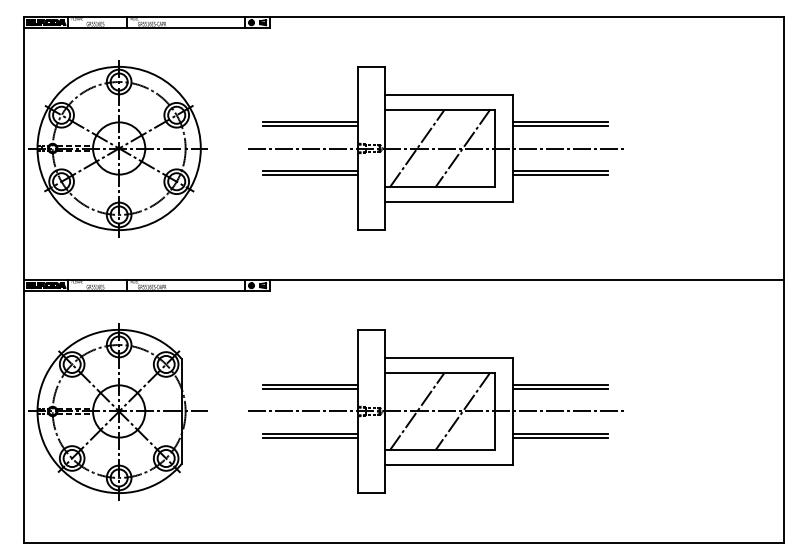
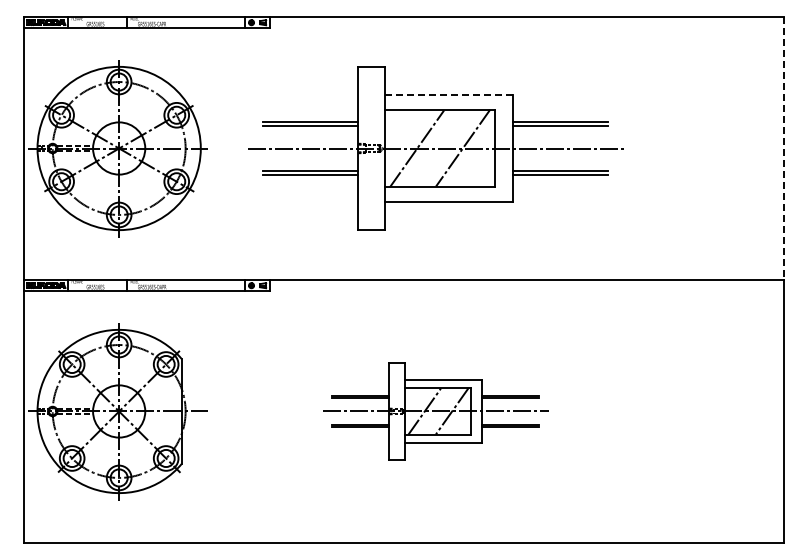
line at (449, 95): solid -> dashed
line at (783, 149): solid -> dashed
part at (435, 411) size: 376x165 px -> 226x99 px
